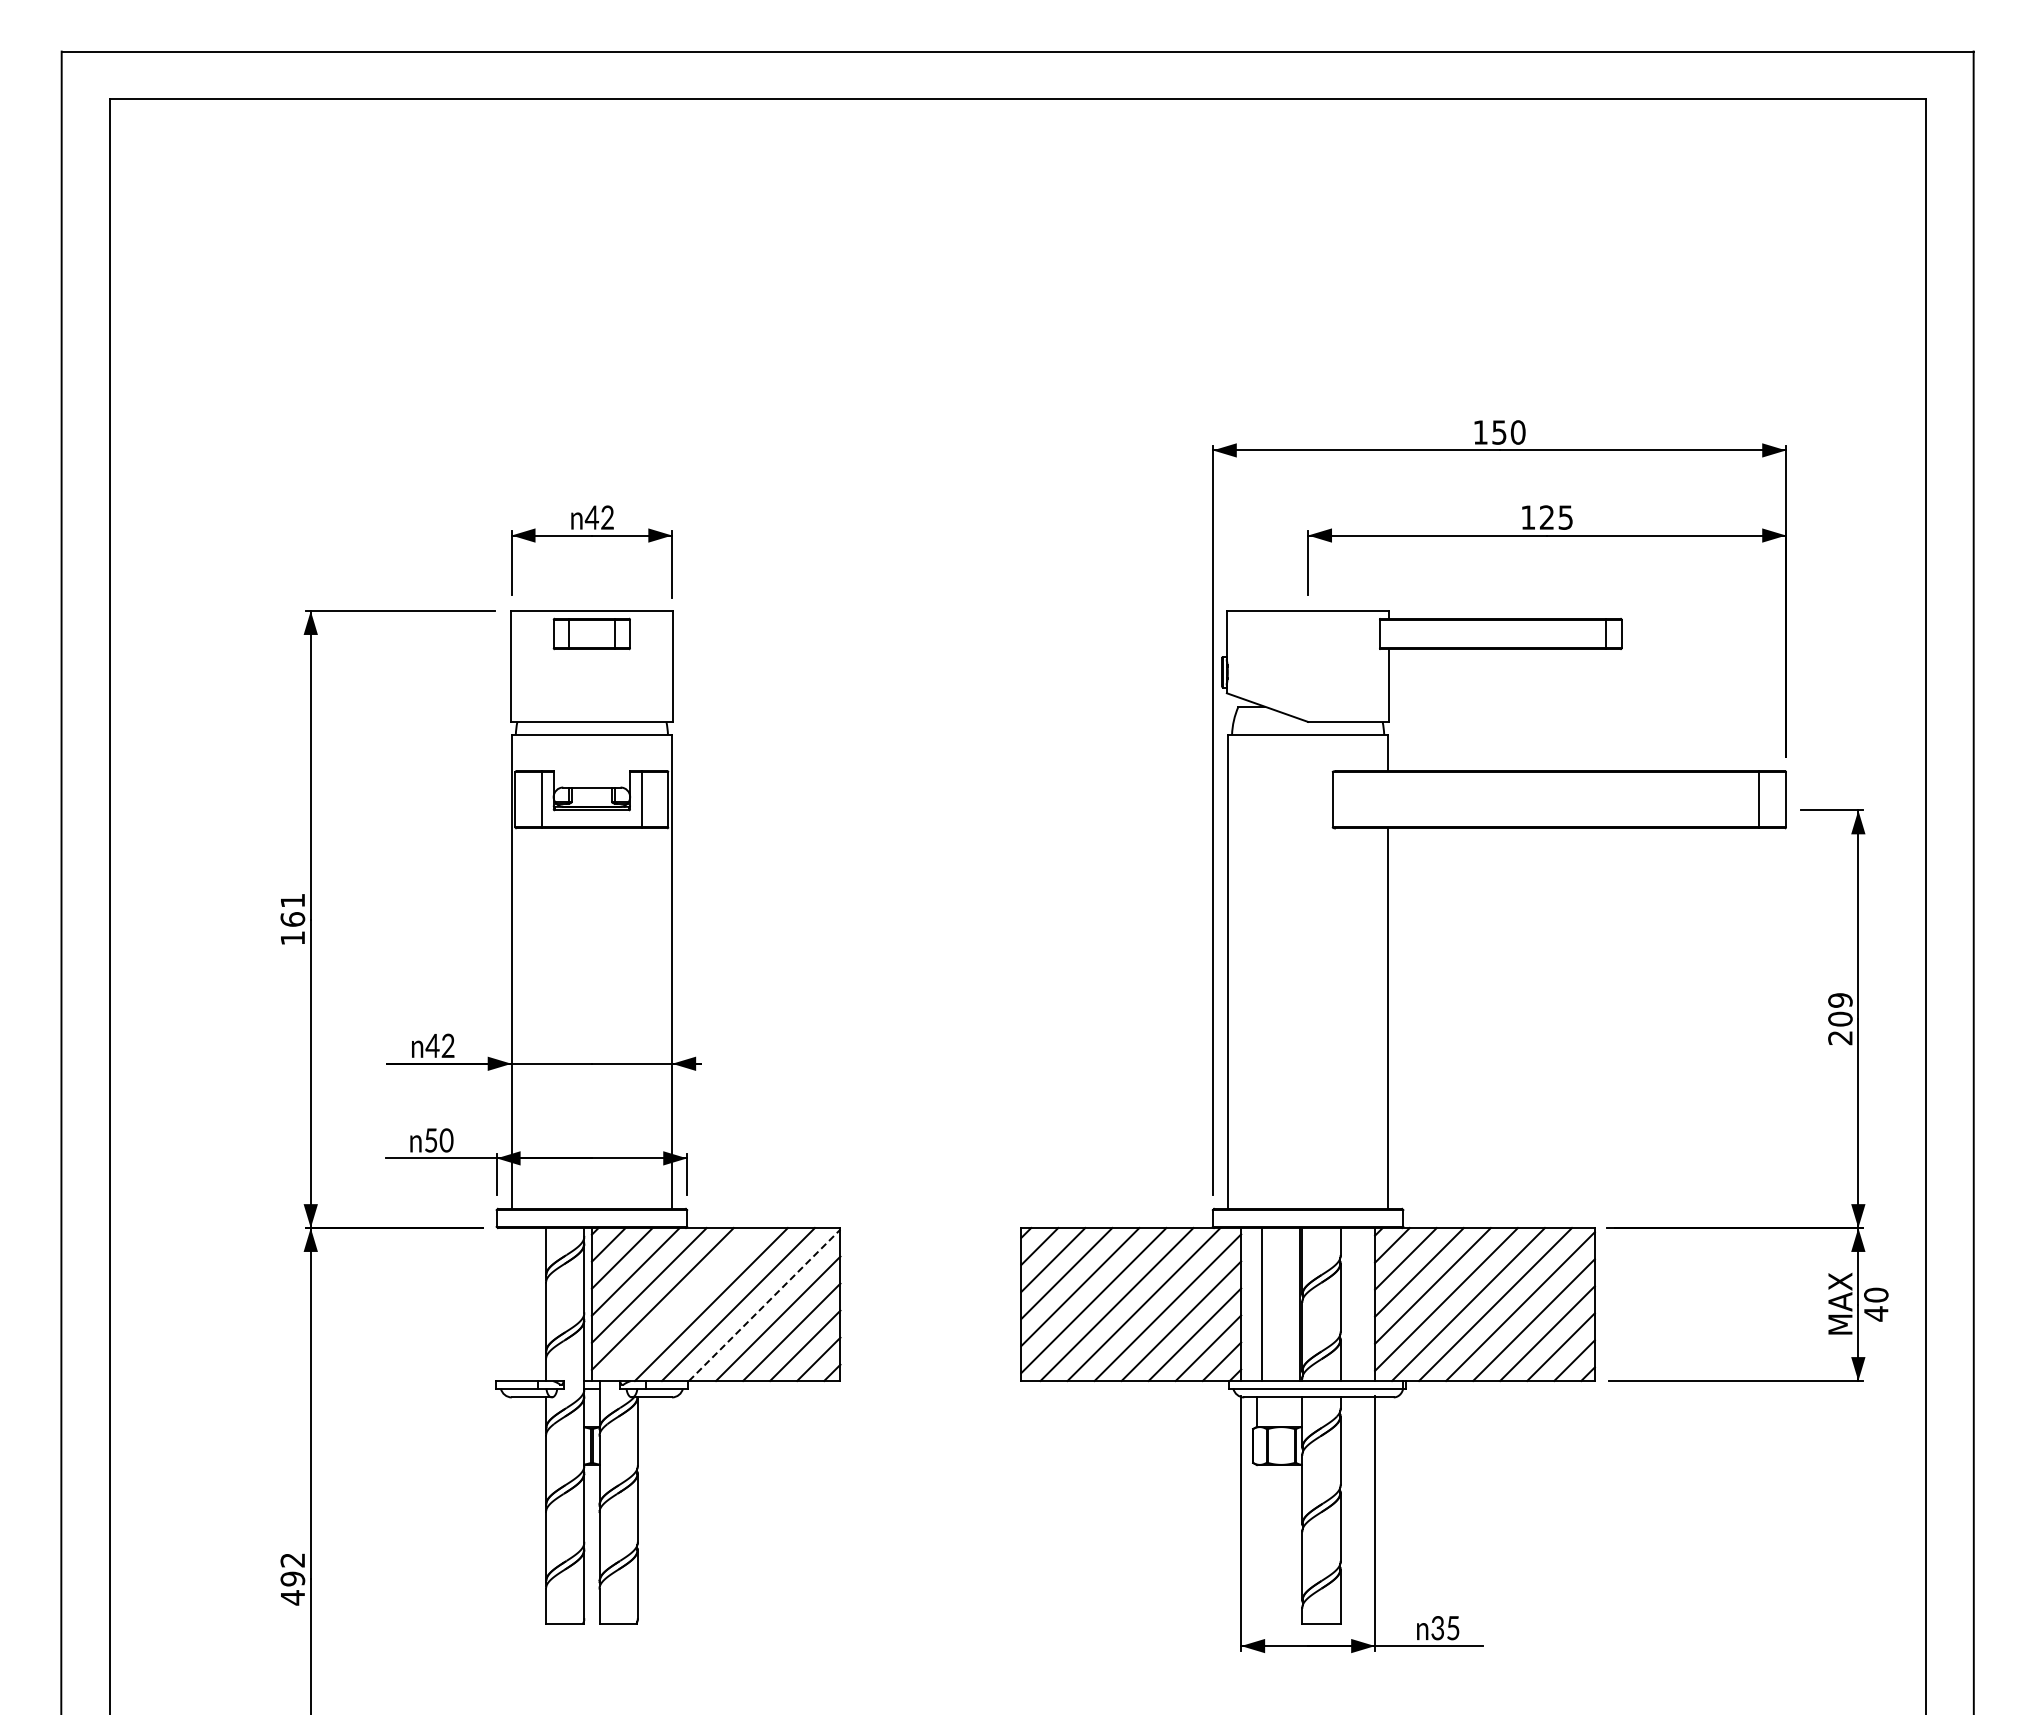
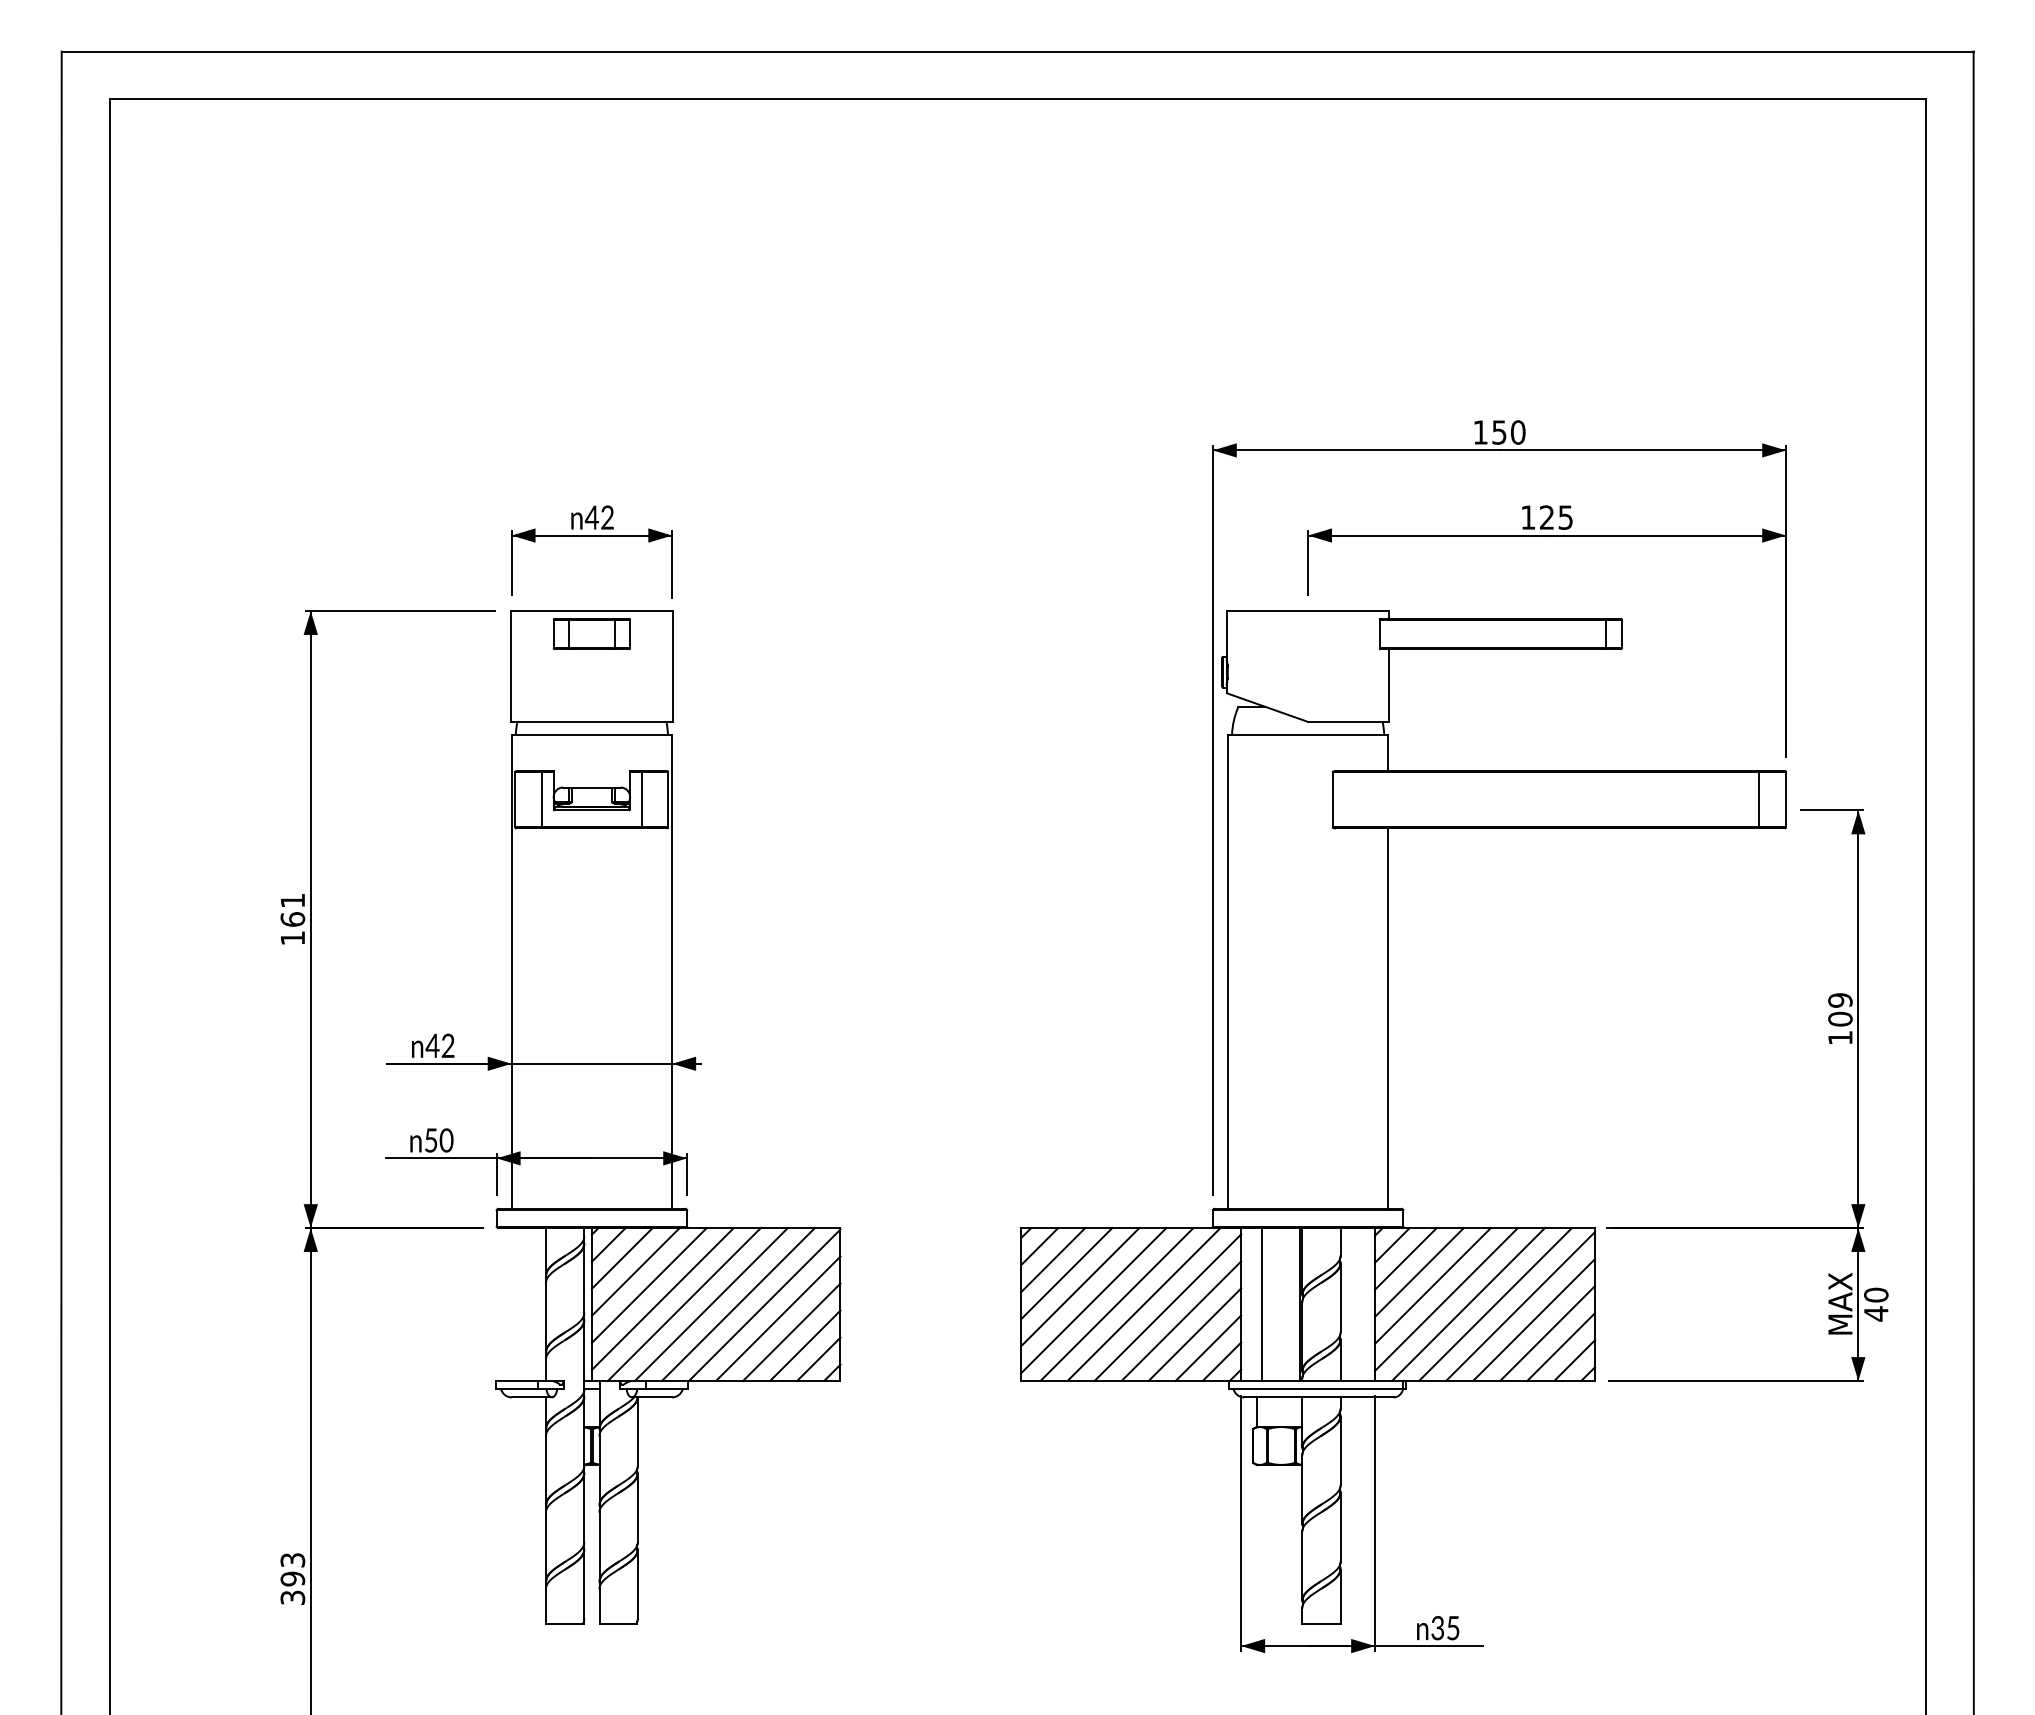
text at (1840, 1038): 209 -> 109
line at (683, 1304): none -> present
line at (765, 1304): dashed -> solid
text at (292, 1579): 492 -> 393
